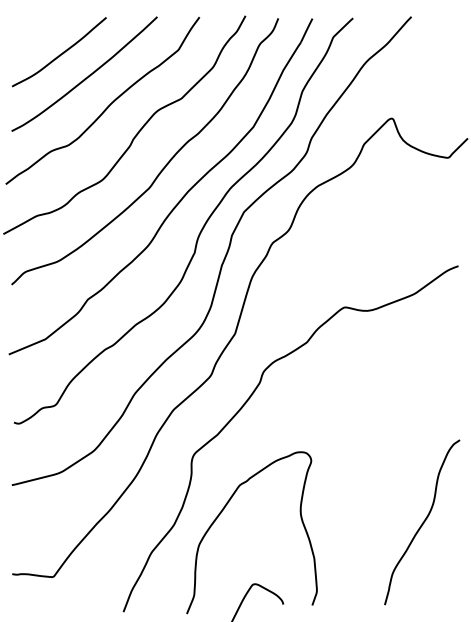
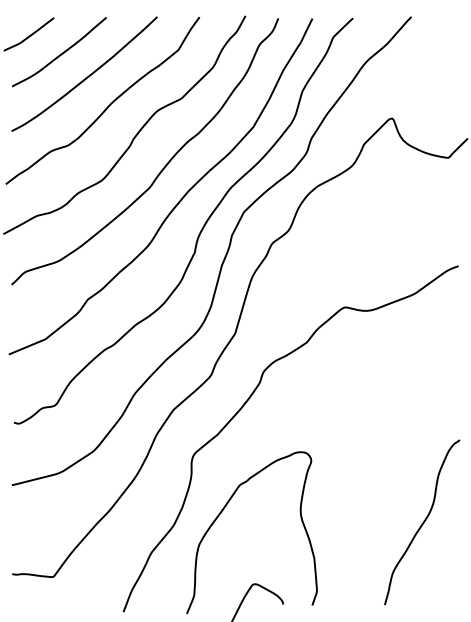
curve at (29, 35): none -> present
